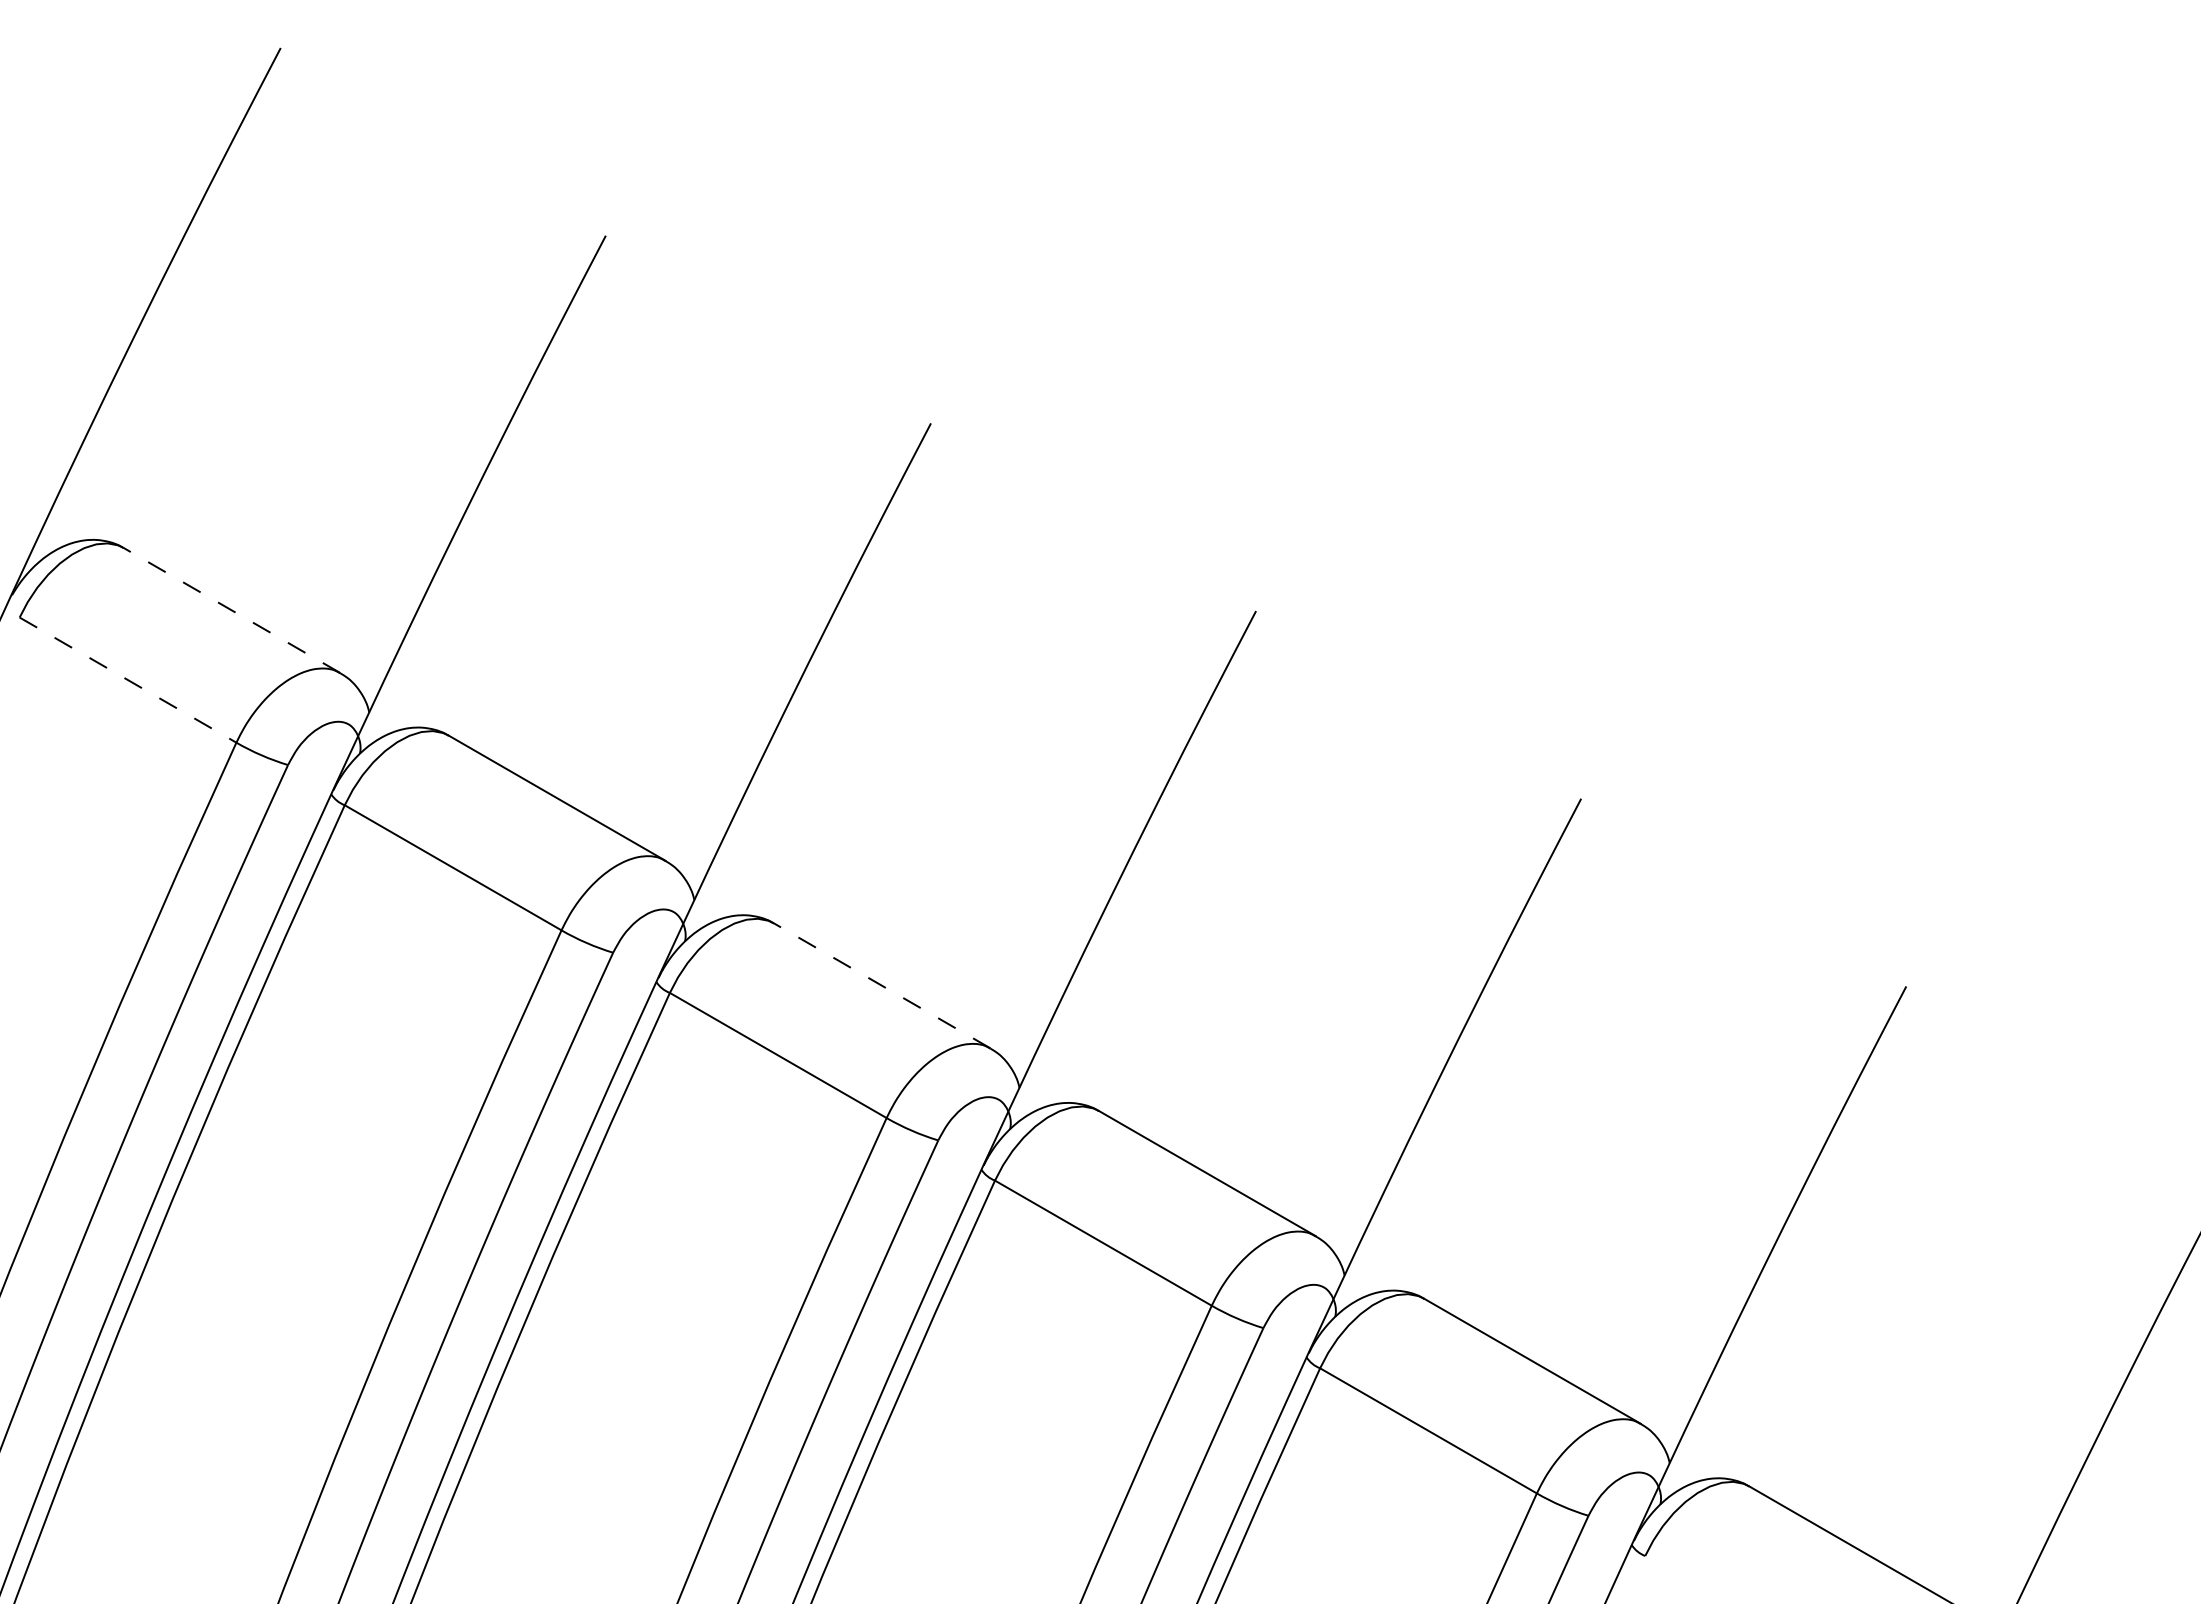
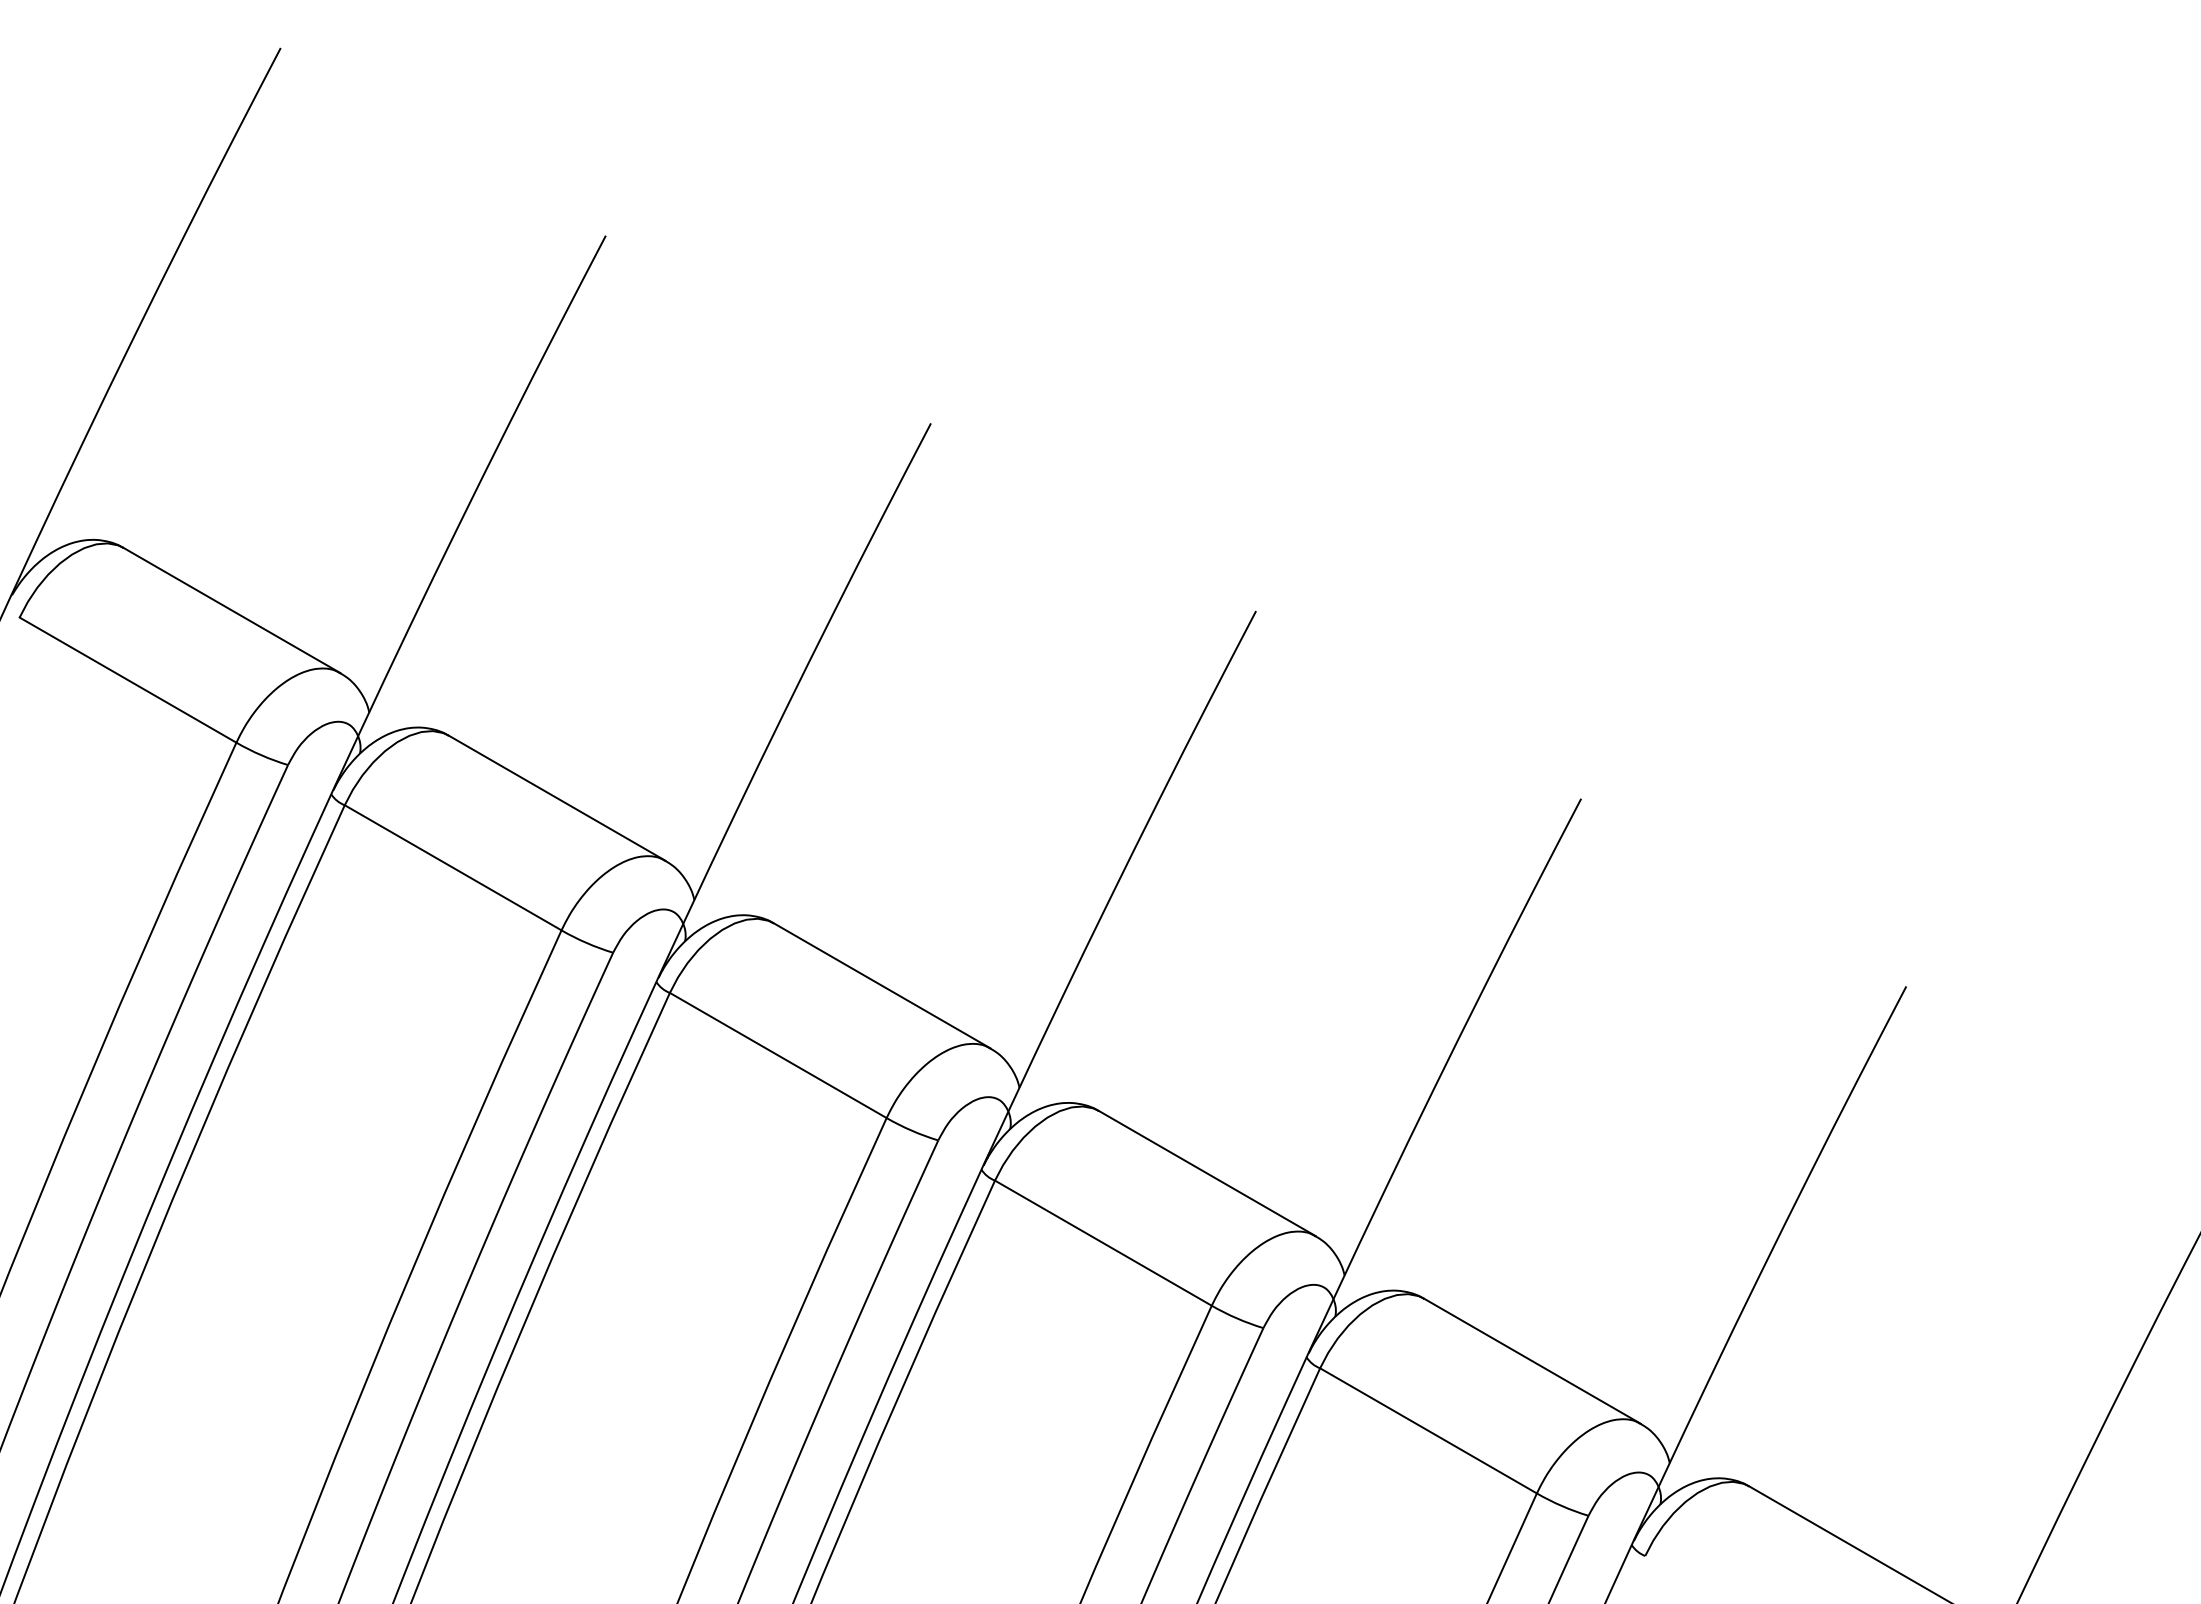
line at (231, 610): dashed -> solid
line at (128, 680): dashed -> solid
line at (881, 985): dashed -> solid
